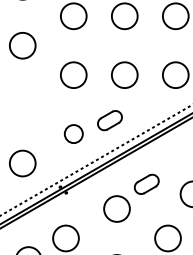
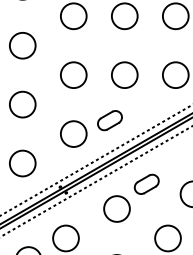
circle at (22, 104): none -> present
circle at (73, 133) size: 20x20 px -> 28x28 px
line at (95, 181): none -> present
